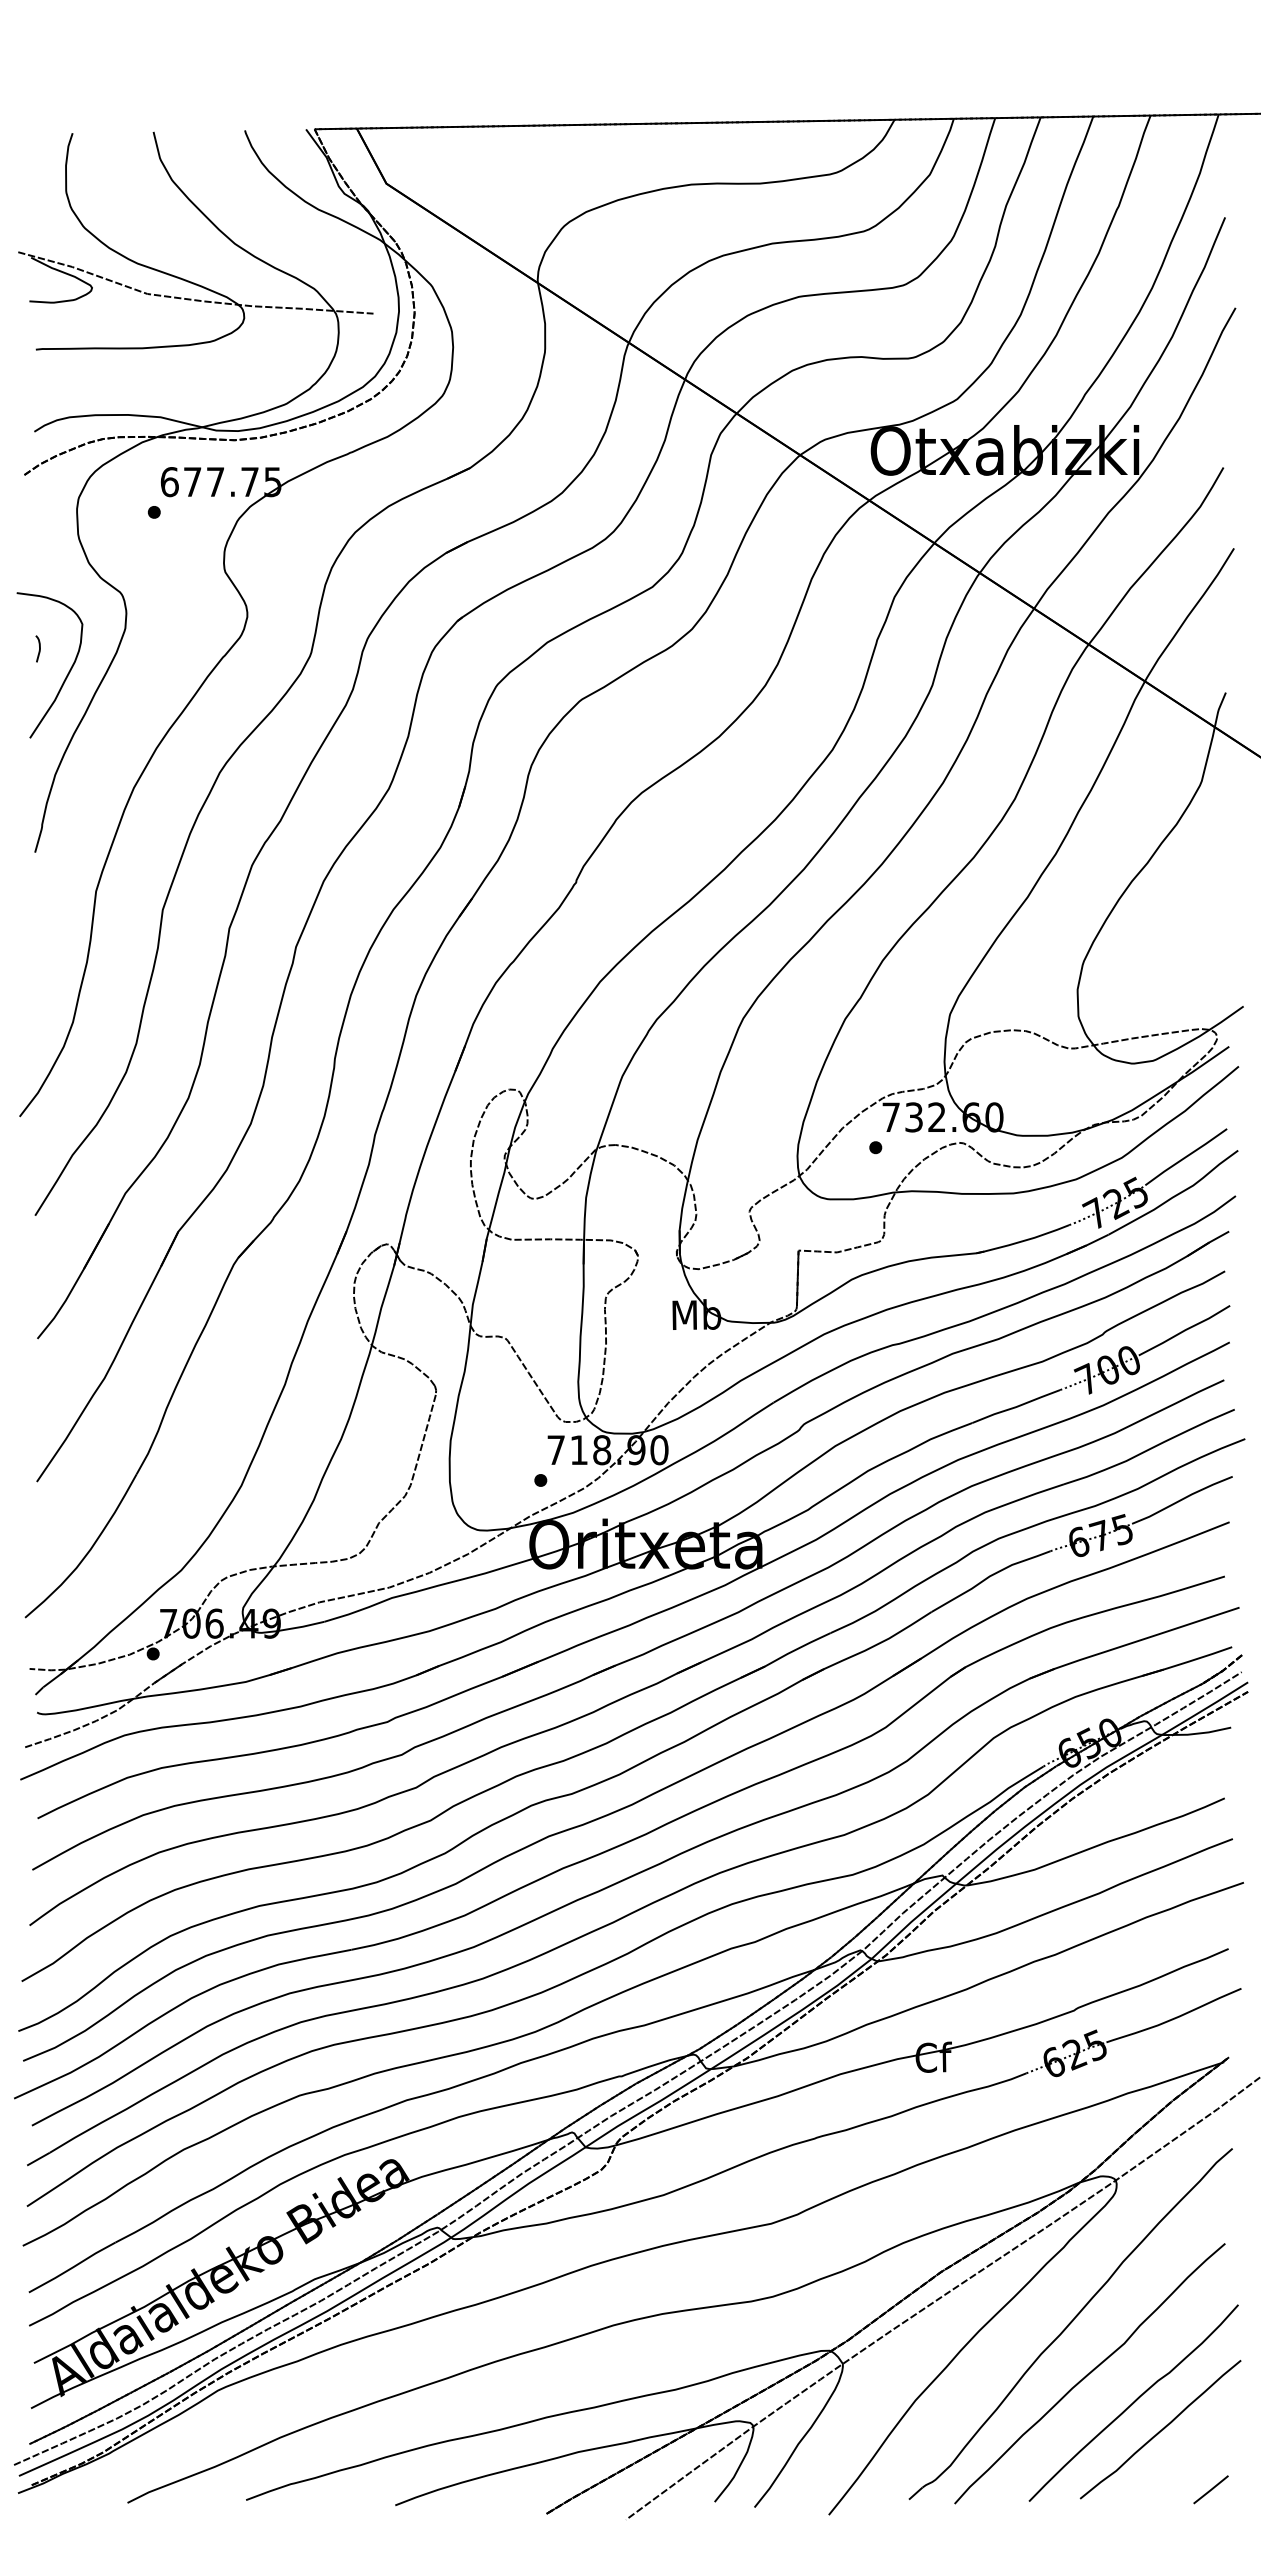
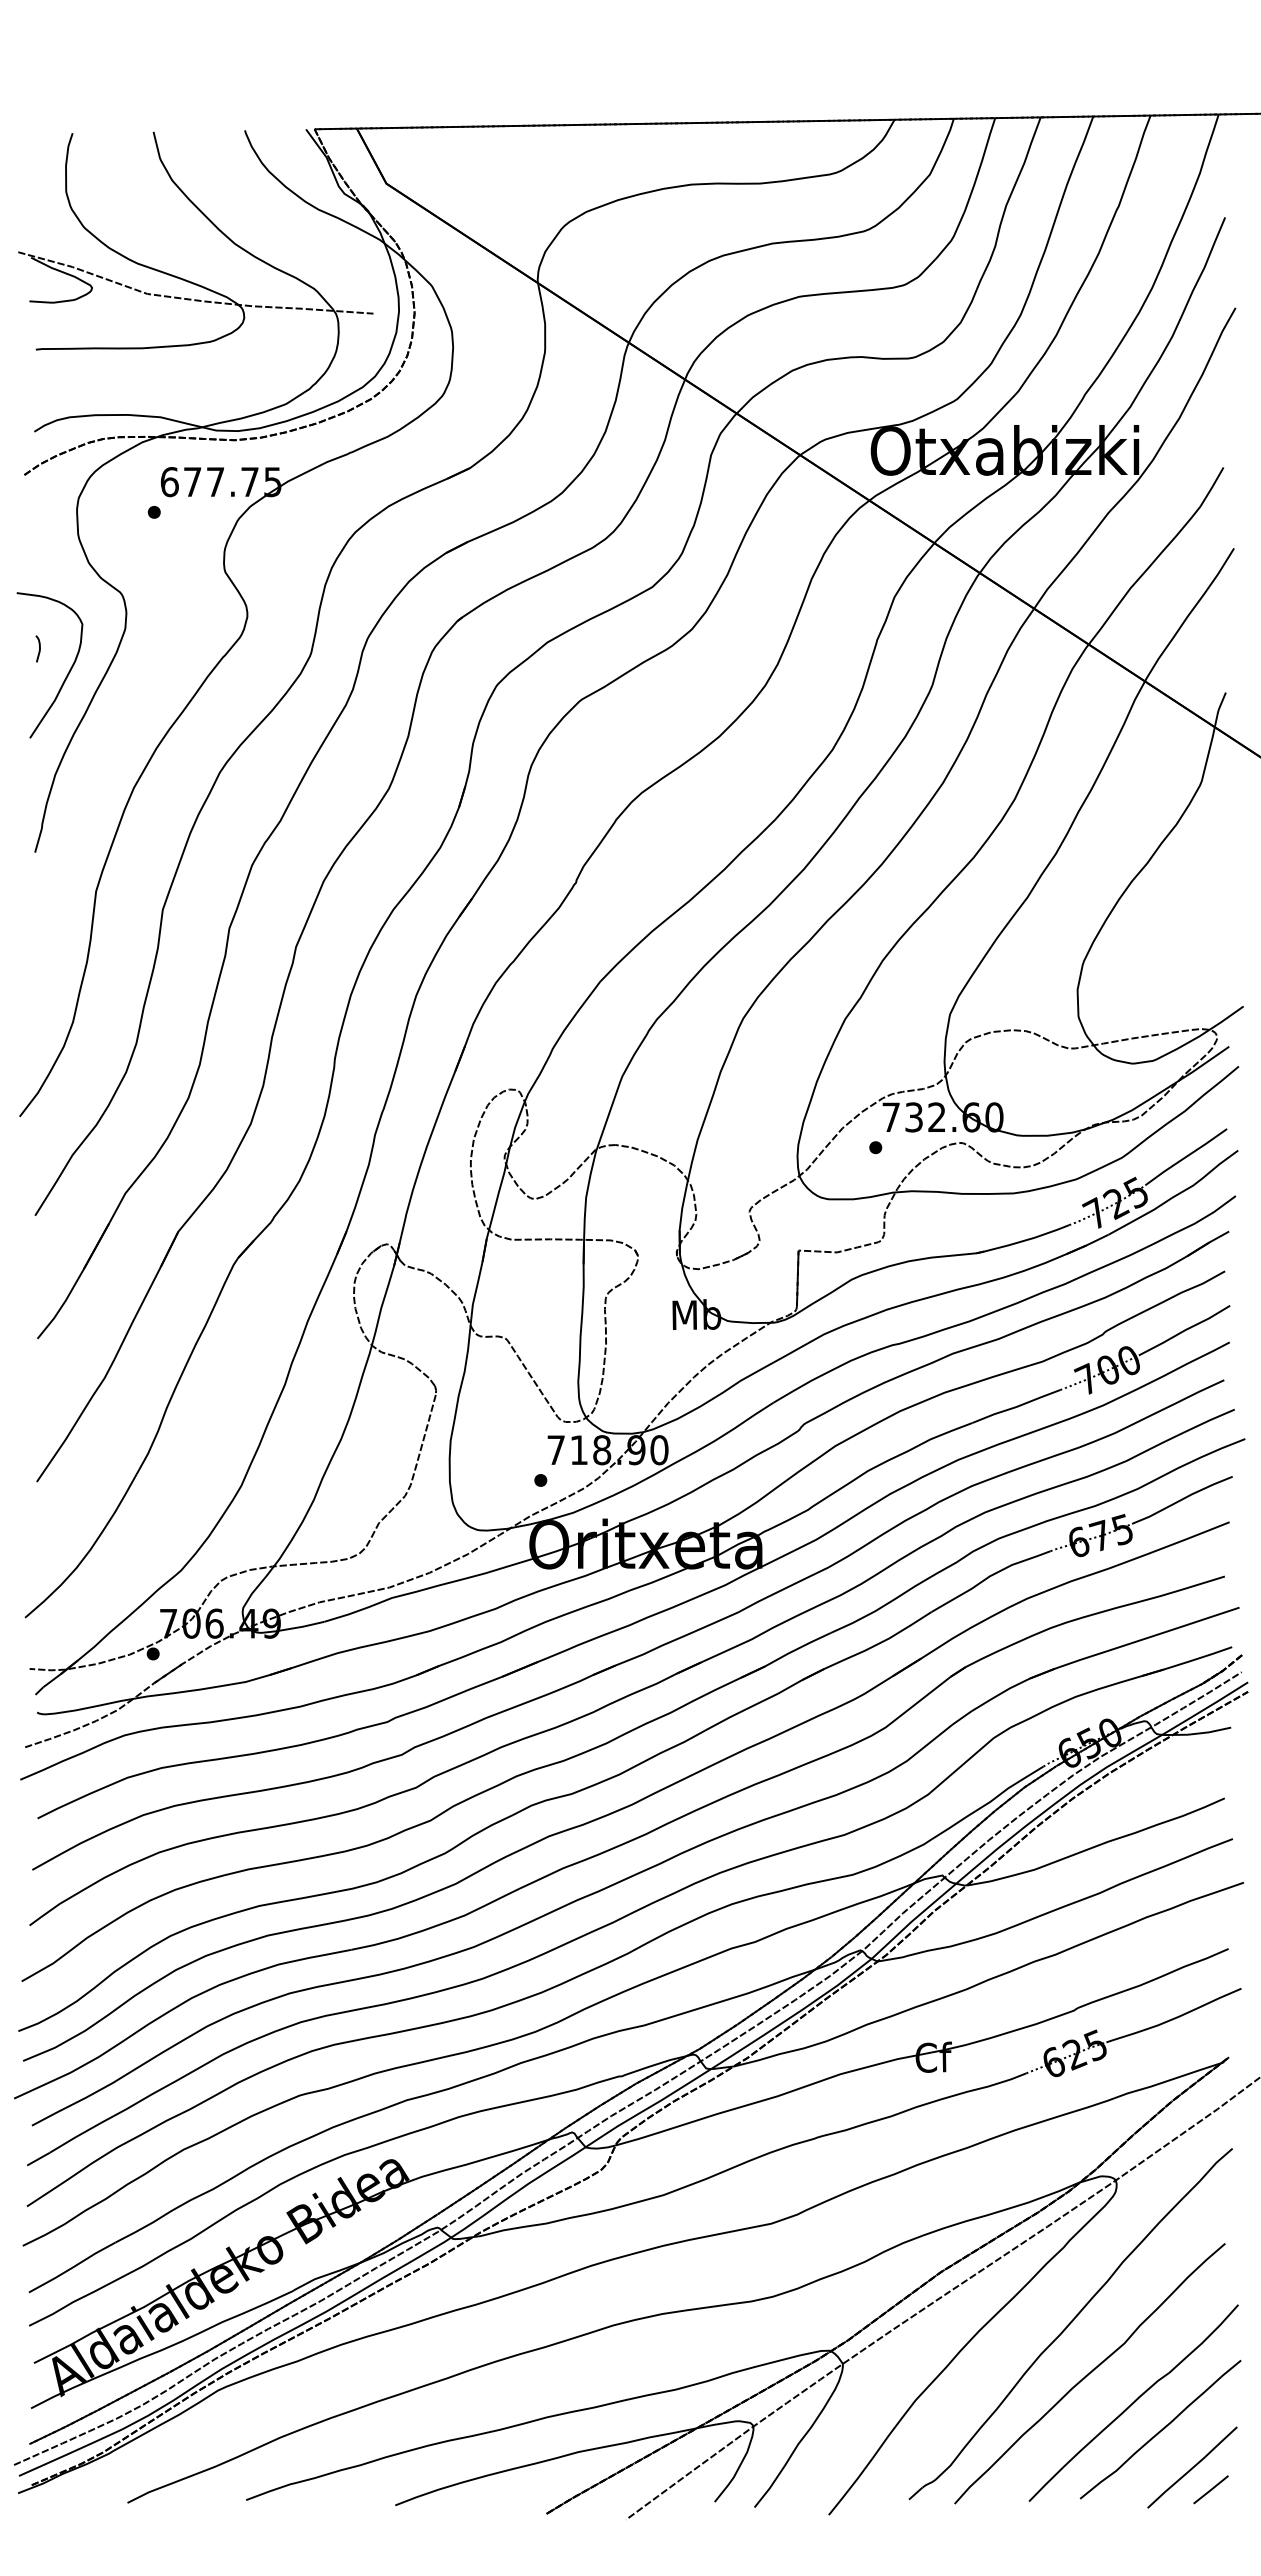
line at (1192, 2467): none -> present
